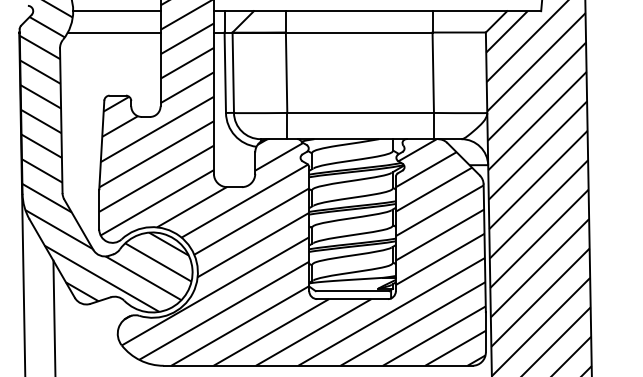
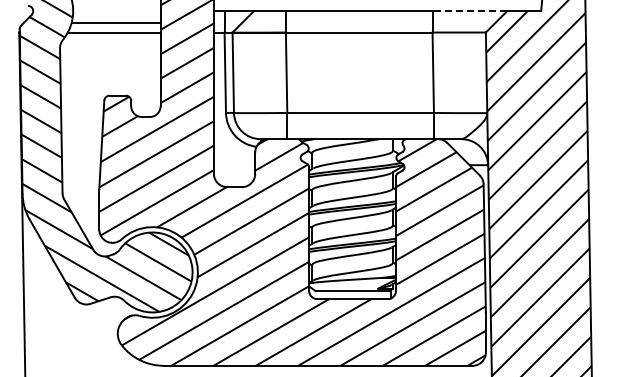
line at (116, 11) position: (116, 11) -> (116, 23)
line at (469, 11): solid -> dashed
line at (54, 316): present -> none
